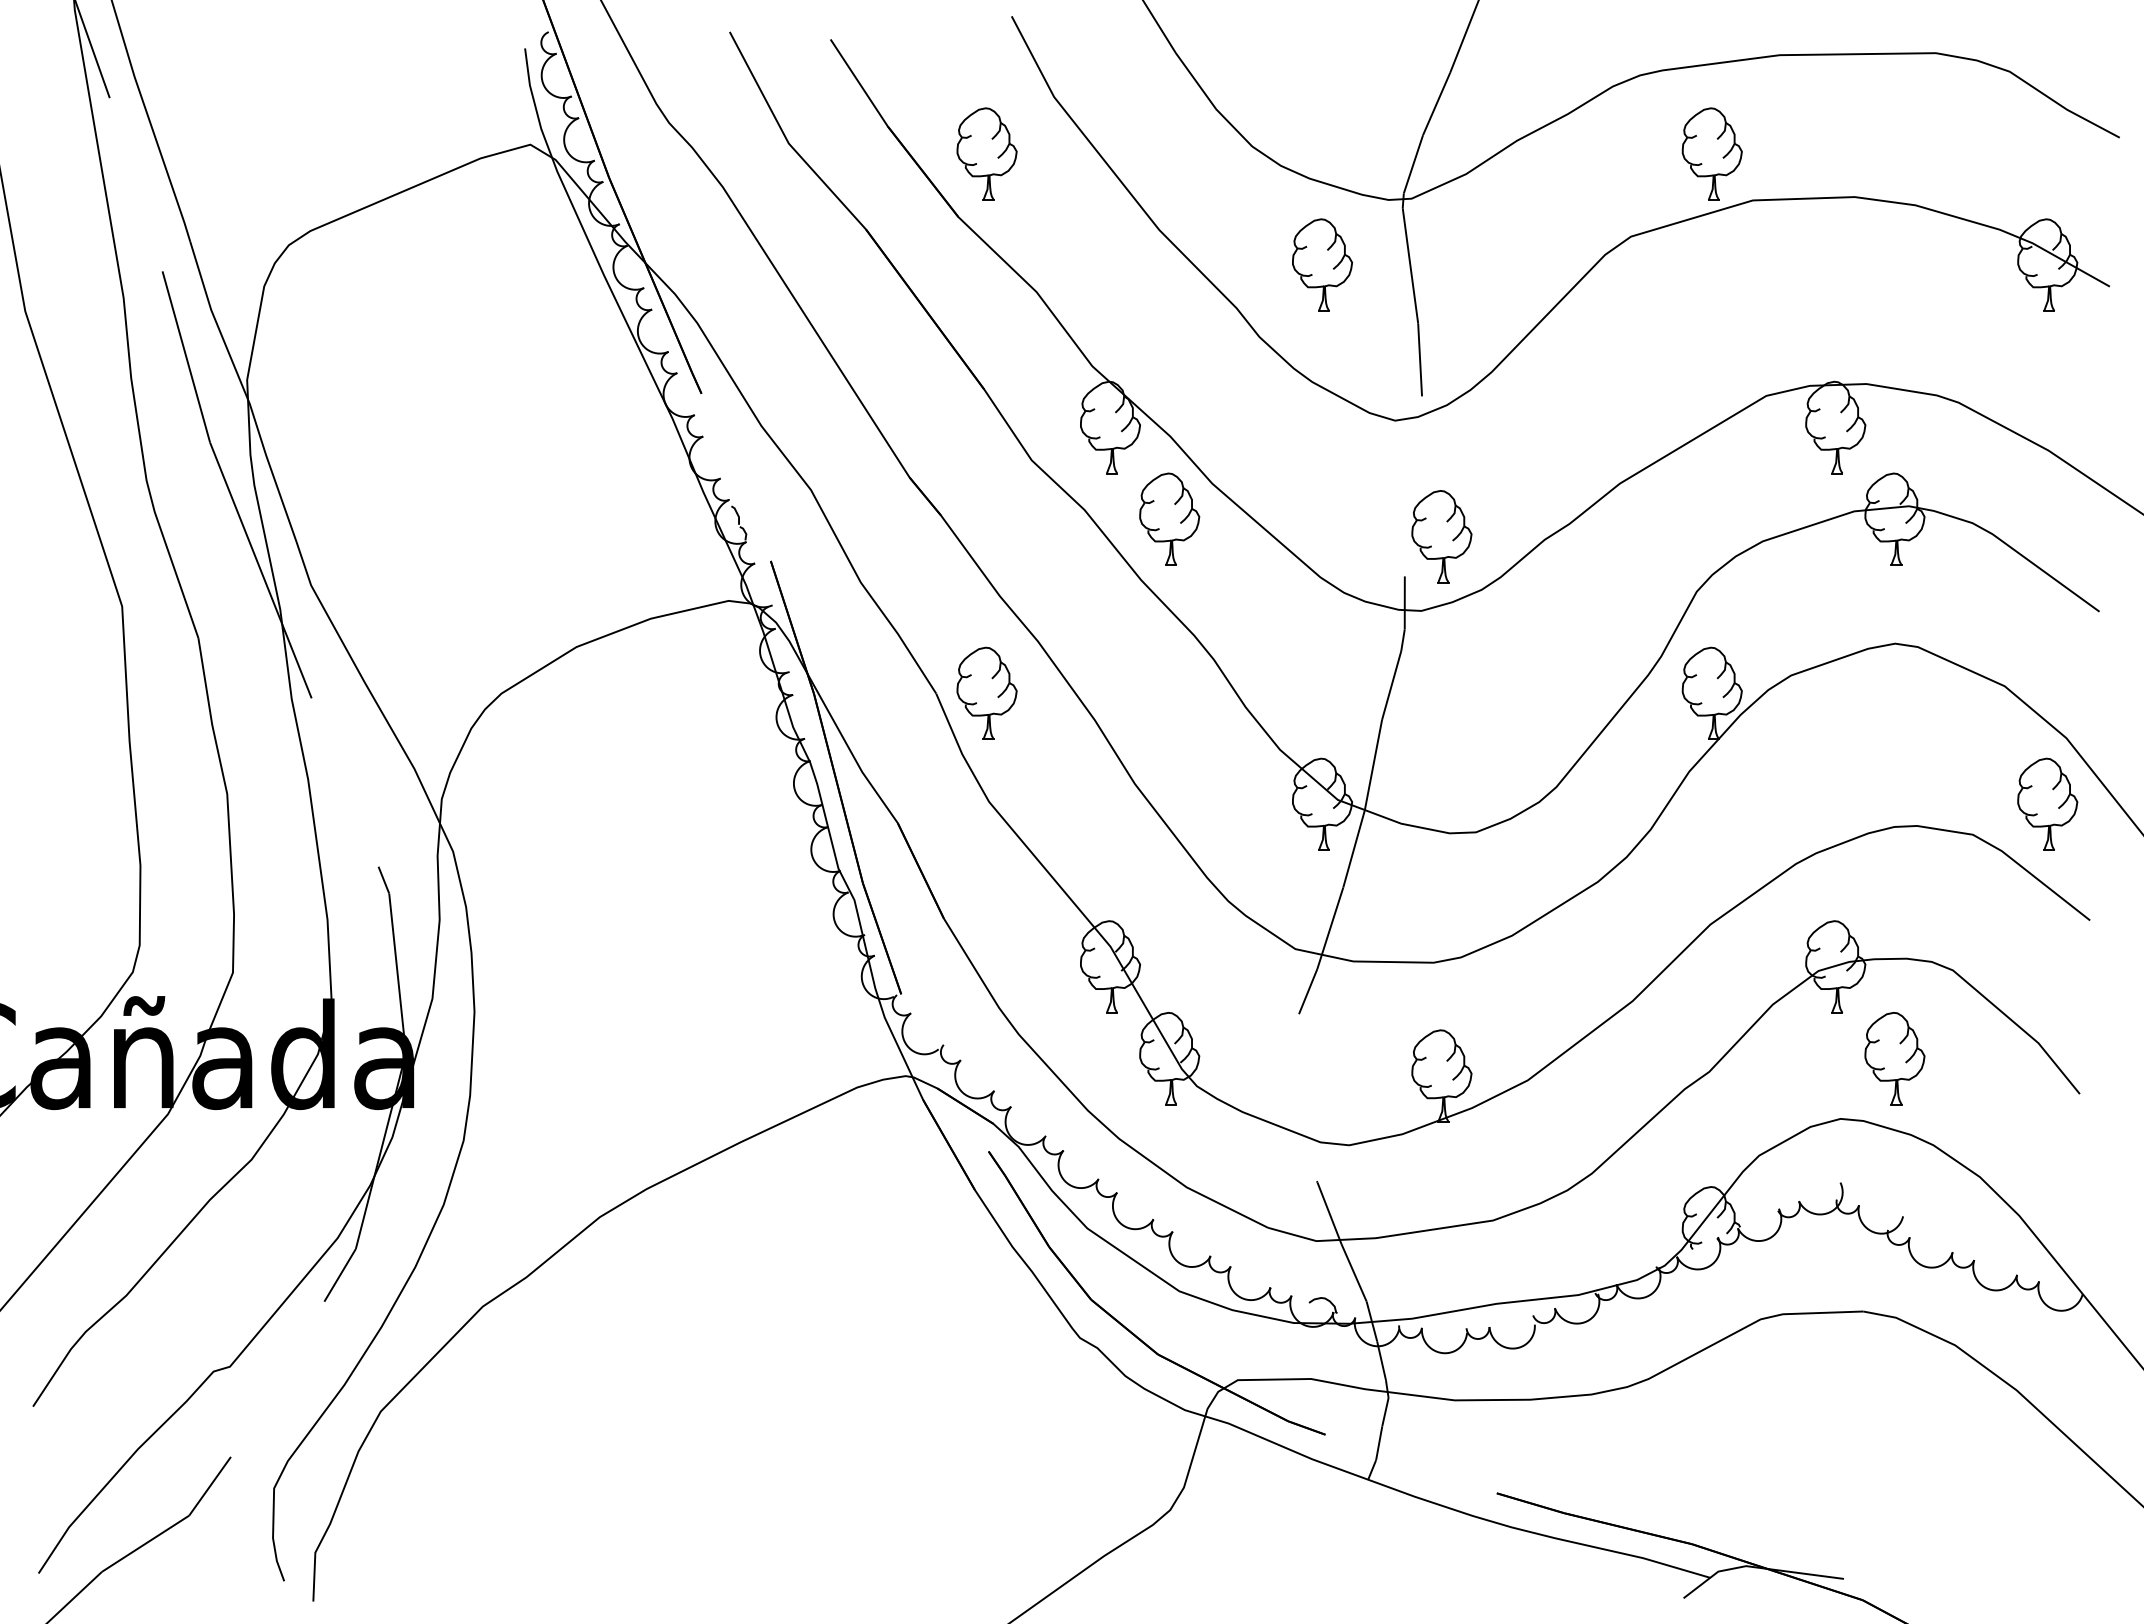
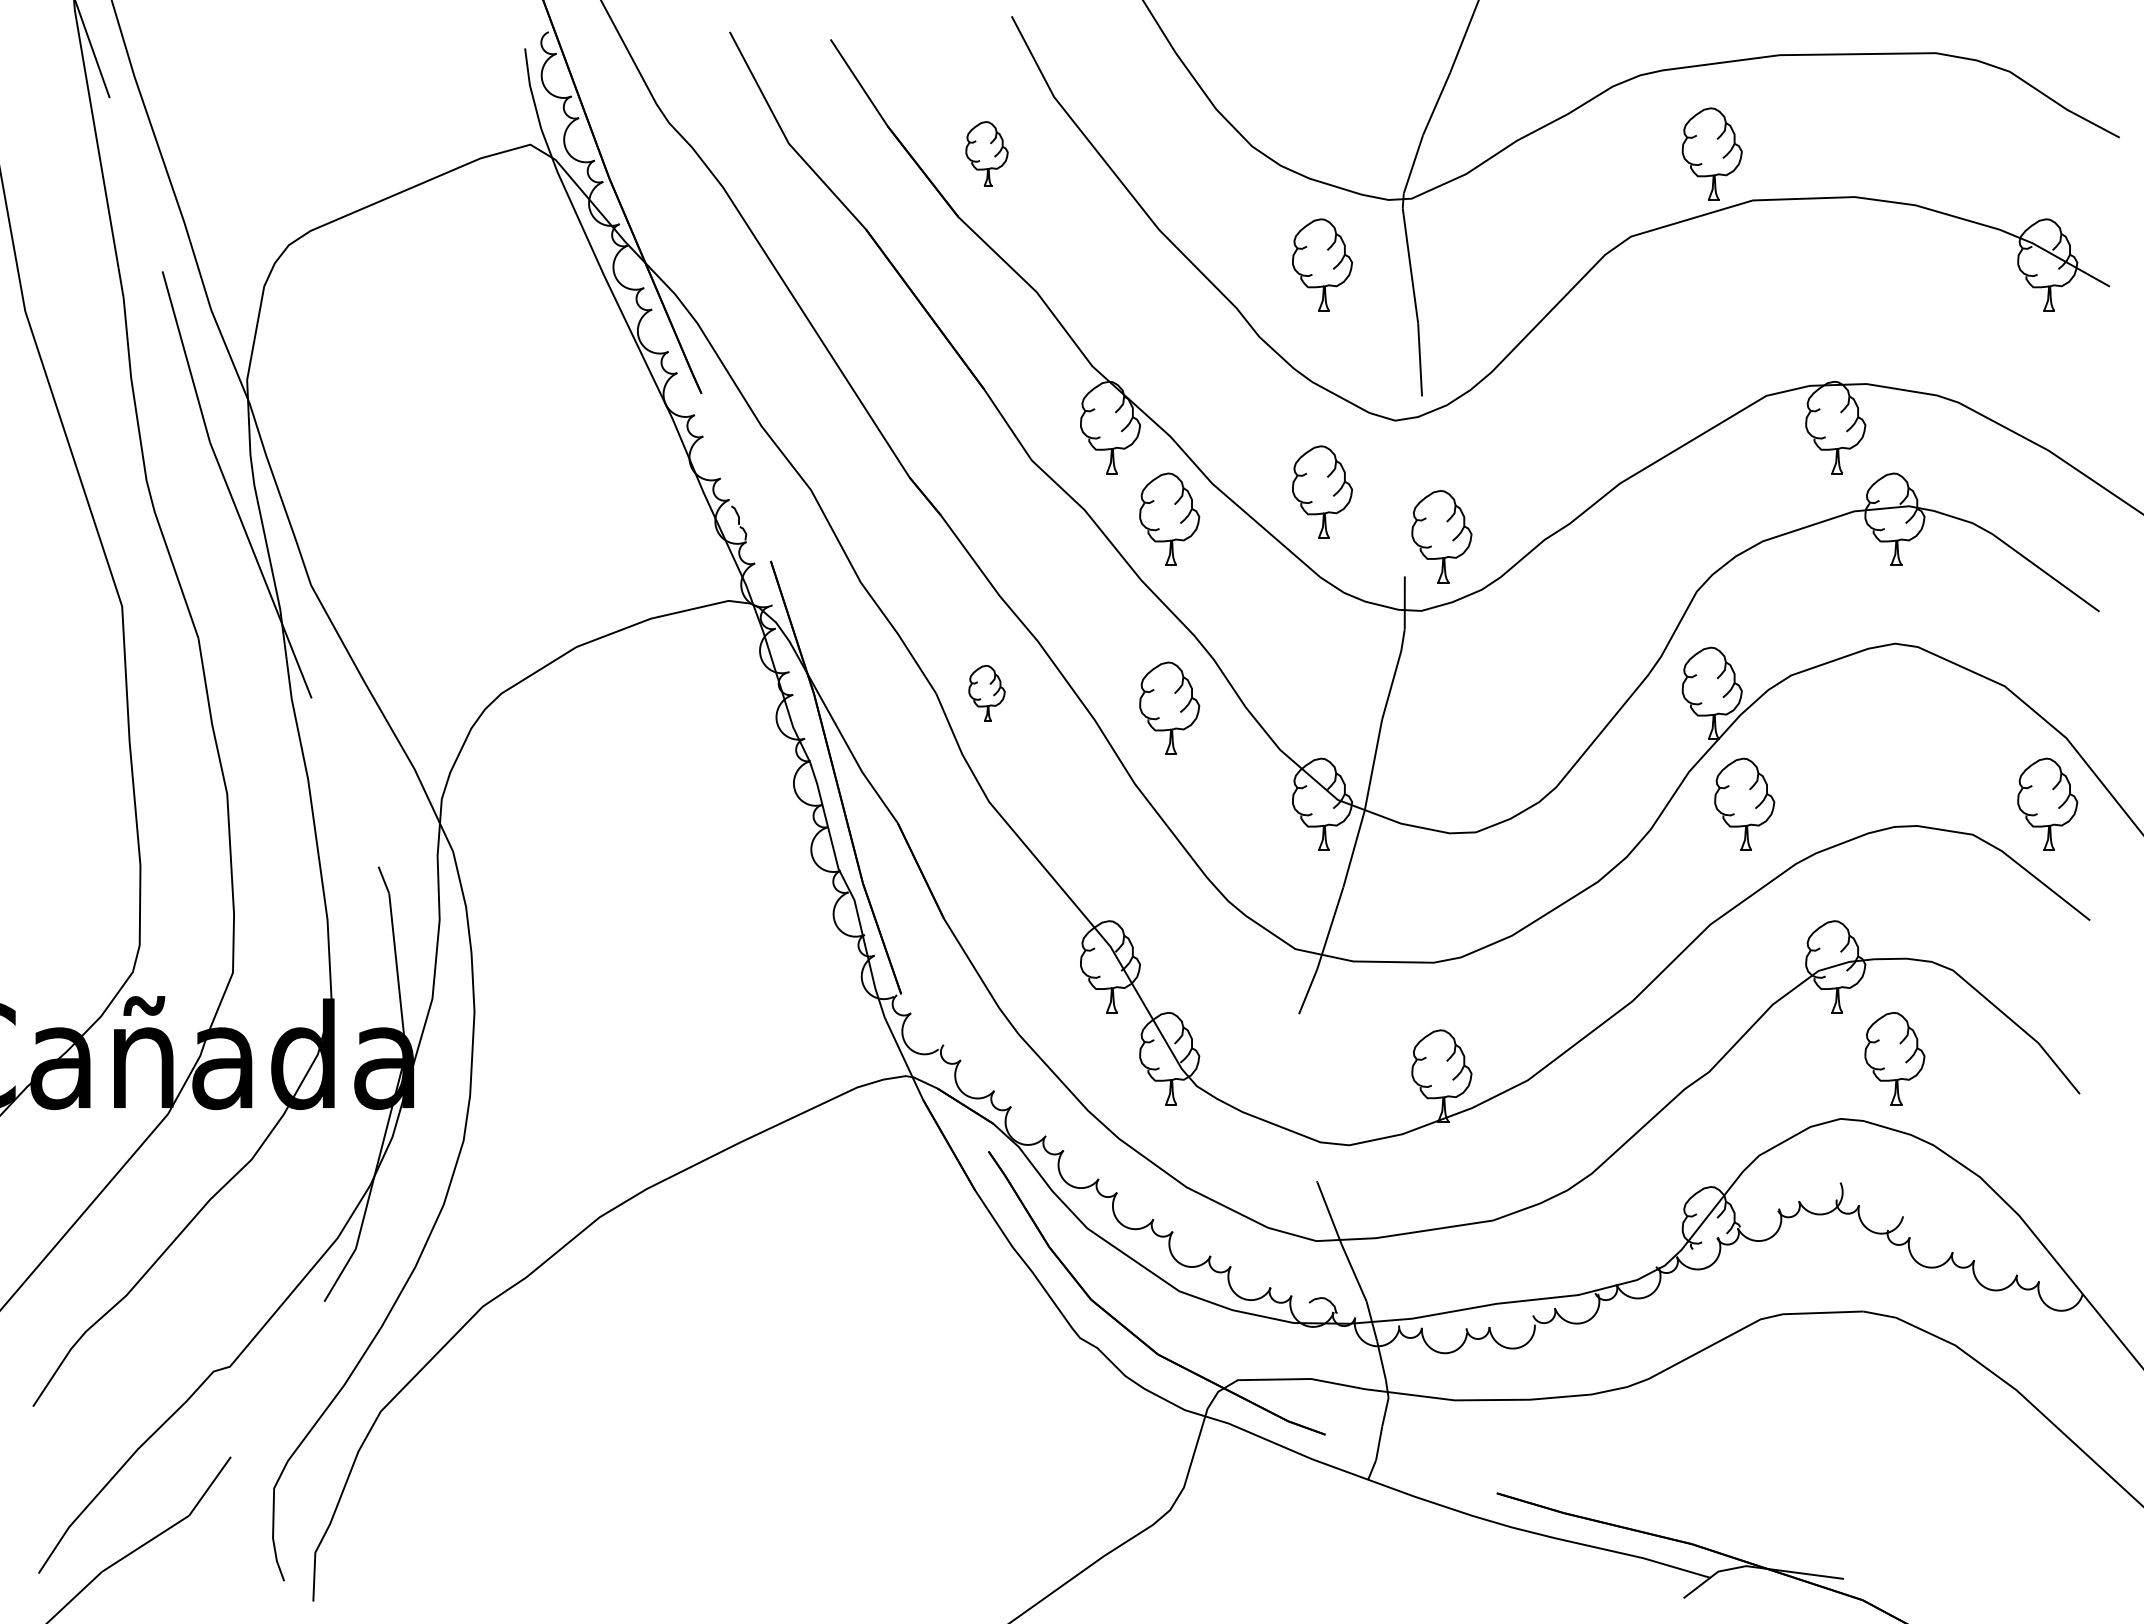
part at (986, 153) size: 62x94 px -> 44x66 px
part at (1322, 491): none -> present
part at (986, 692) size: 62x94 px -> 38x57 px
part at (1169, 707): none -> present
part at (1744, 803): none -> present
